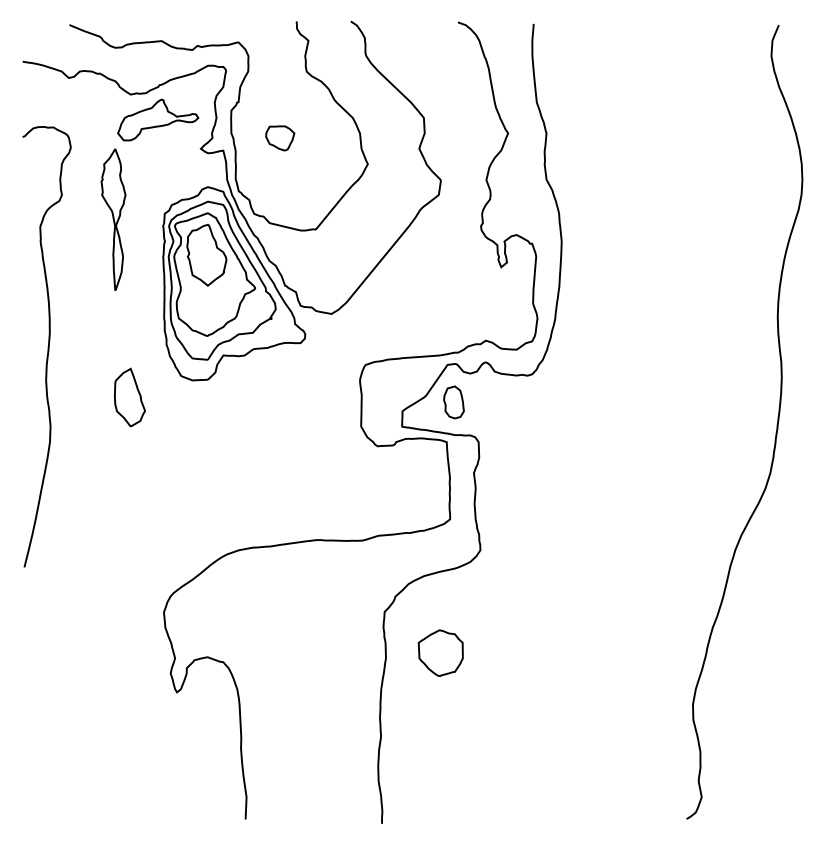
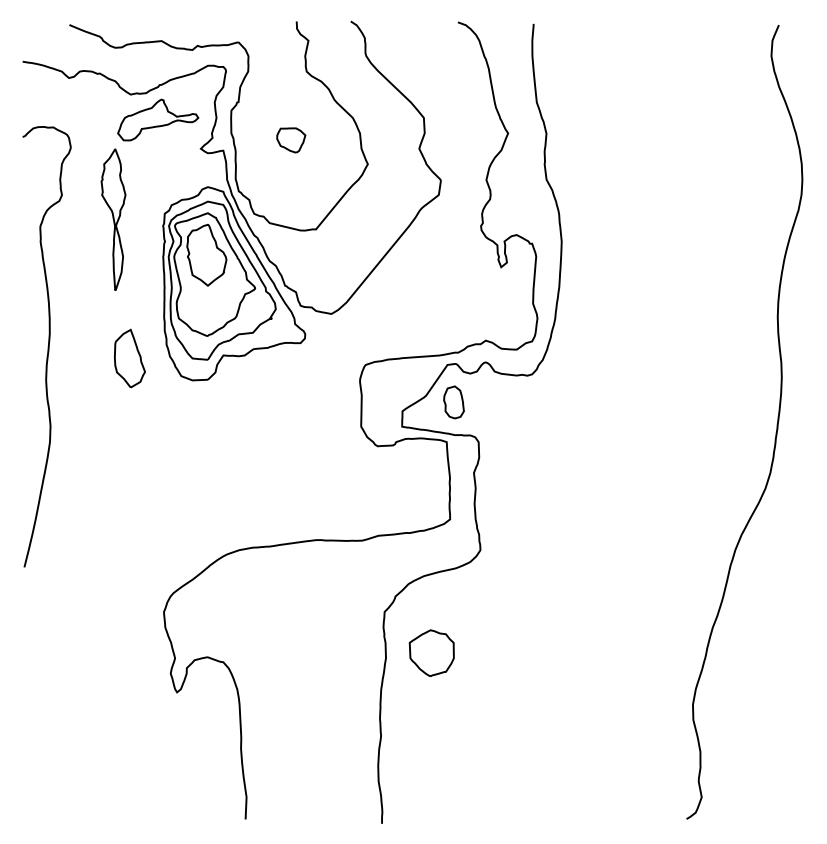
part at (280, 138) position: (280, 138) -> (291, 140)
part at (129, 397) position: (129, 397) -> (129, 358)
part at (440, 652) position: (440, 652) -> (431, 652)
